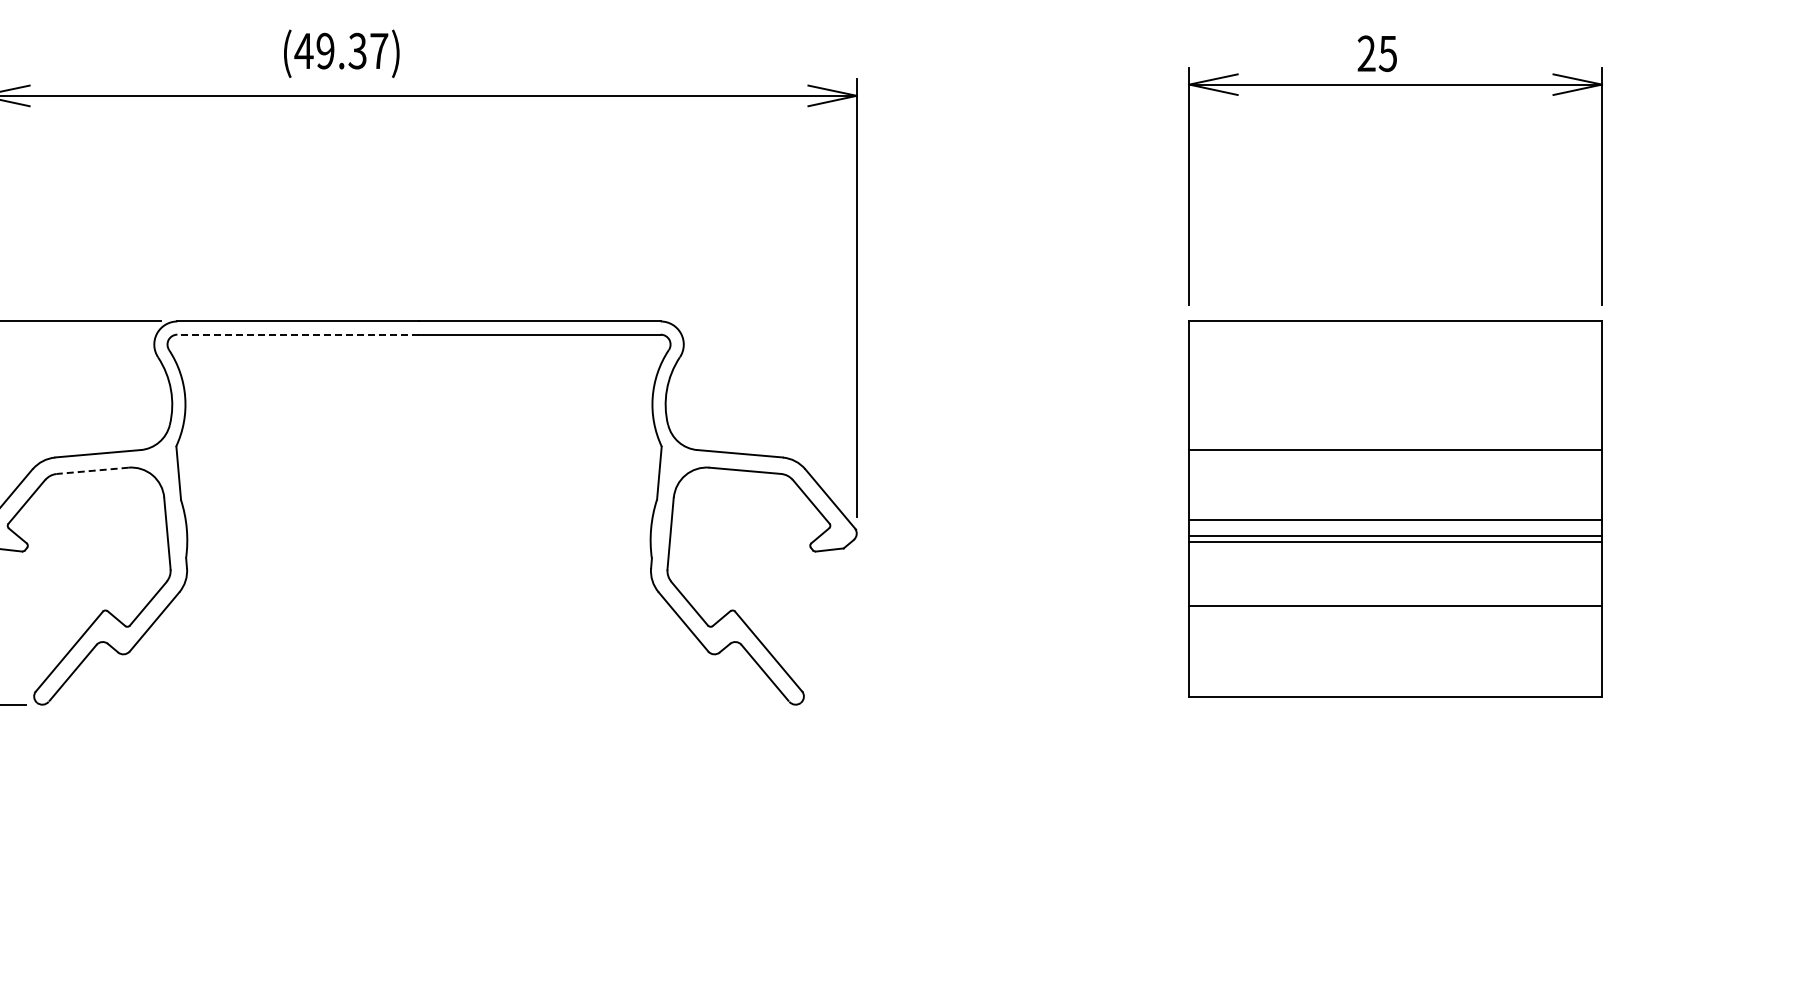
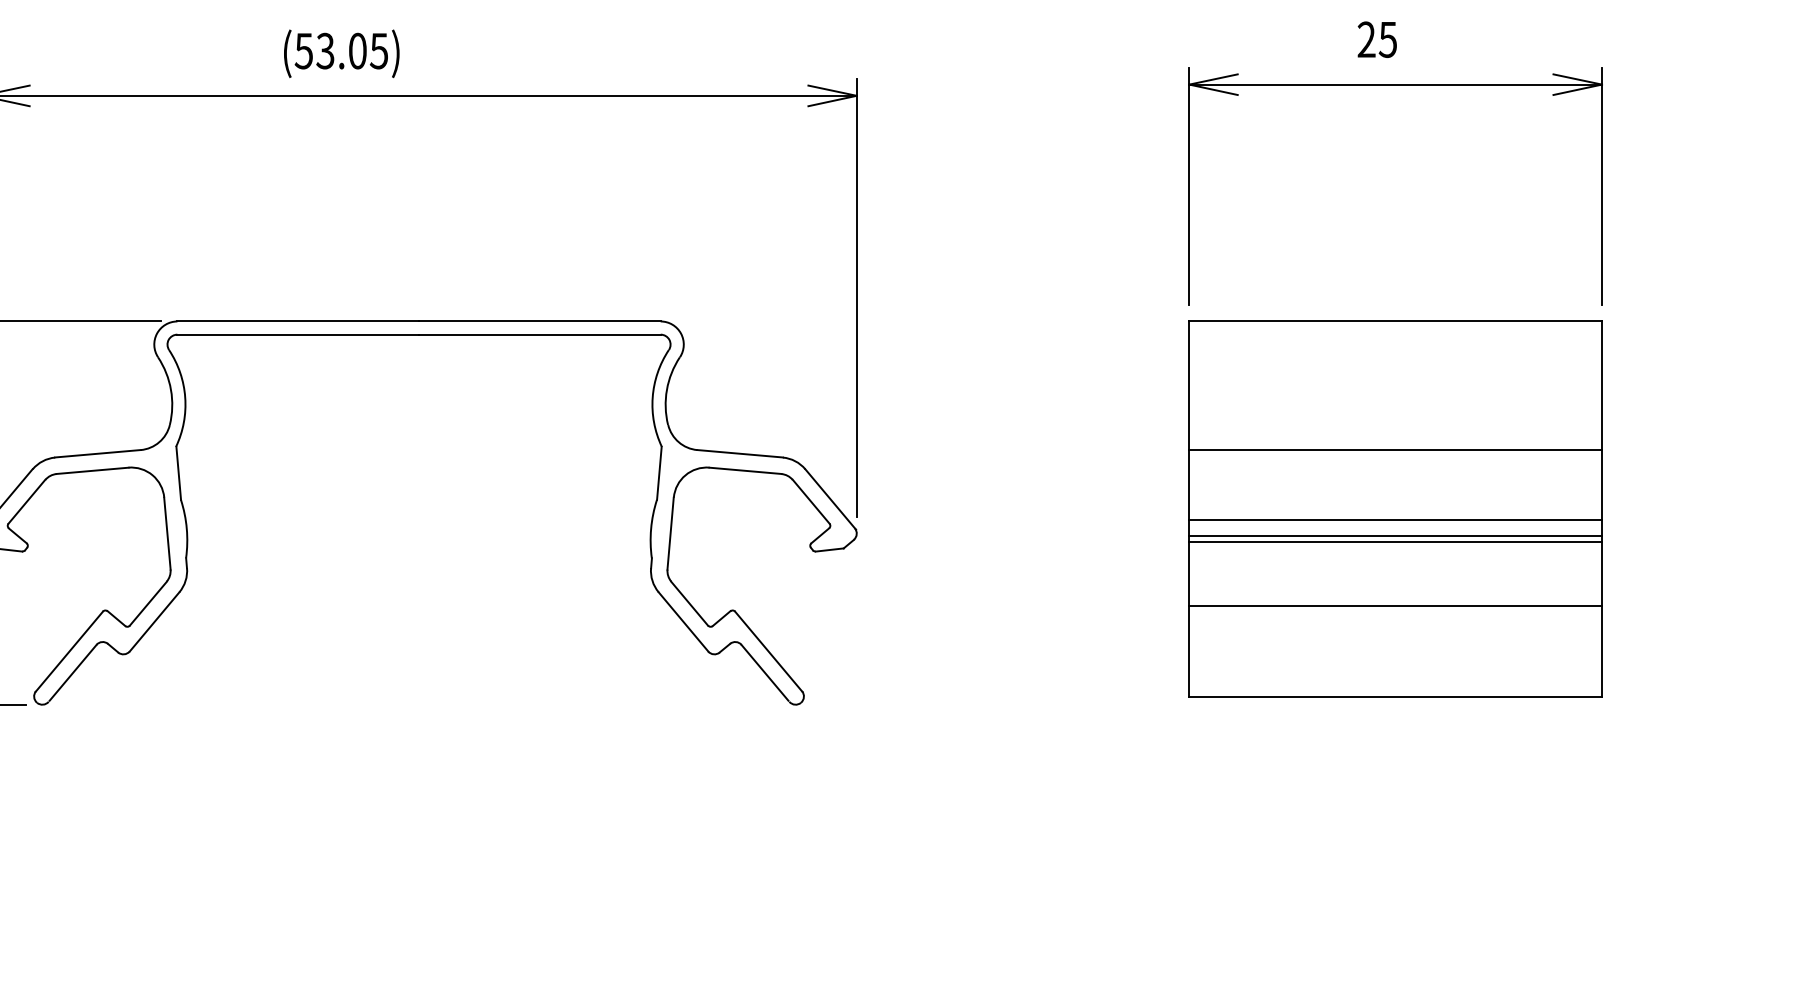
text at (341, 50): (49.37) -> (53.05)
text at (1376, 53) position: (1376, 53) -> (1376, 39)
line at (298, 334): dashed -> solid
line at (92, 470): dashed -> solid
